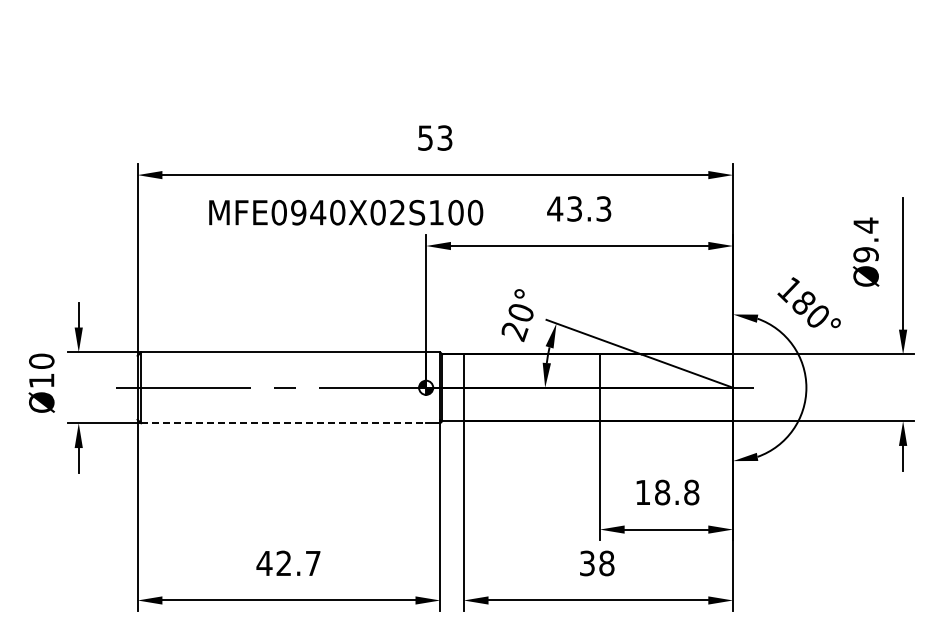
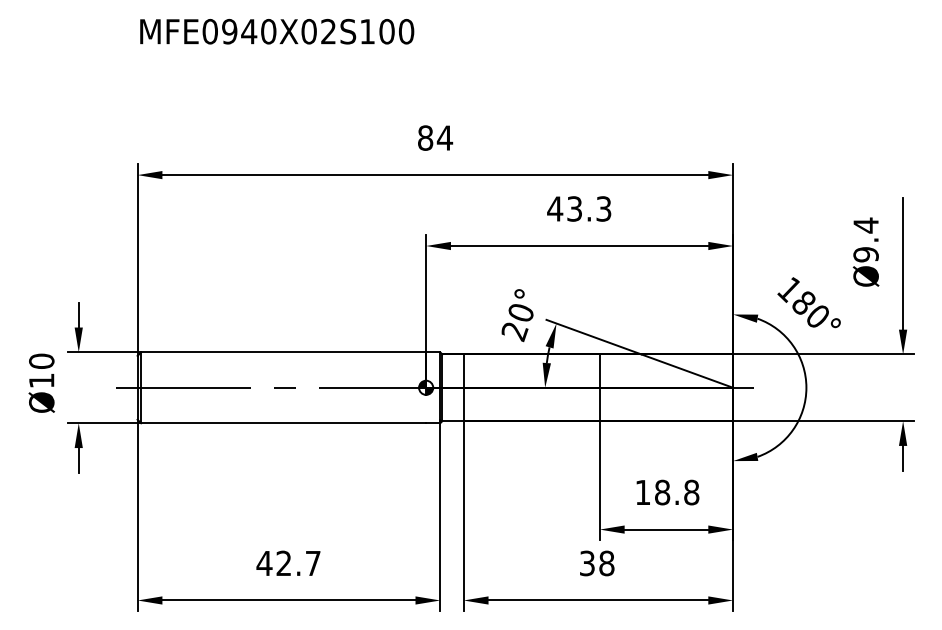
text at (435, 137): 53 -> 84
text at (346, 212) position: (346, 212) -> (277, 31)
line at (284, 423): dashed -> solid
